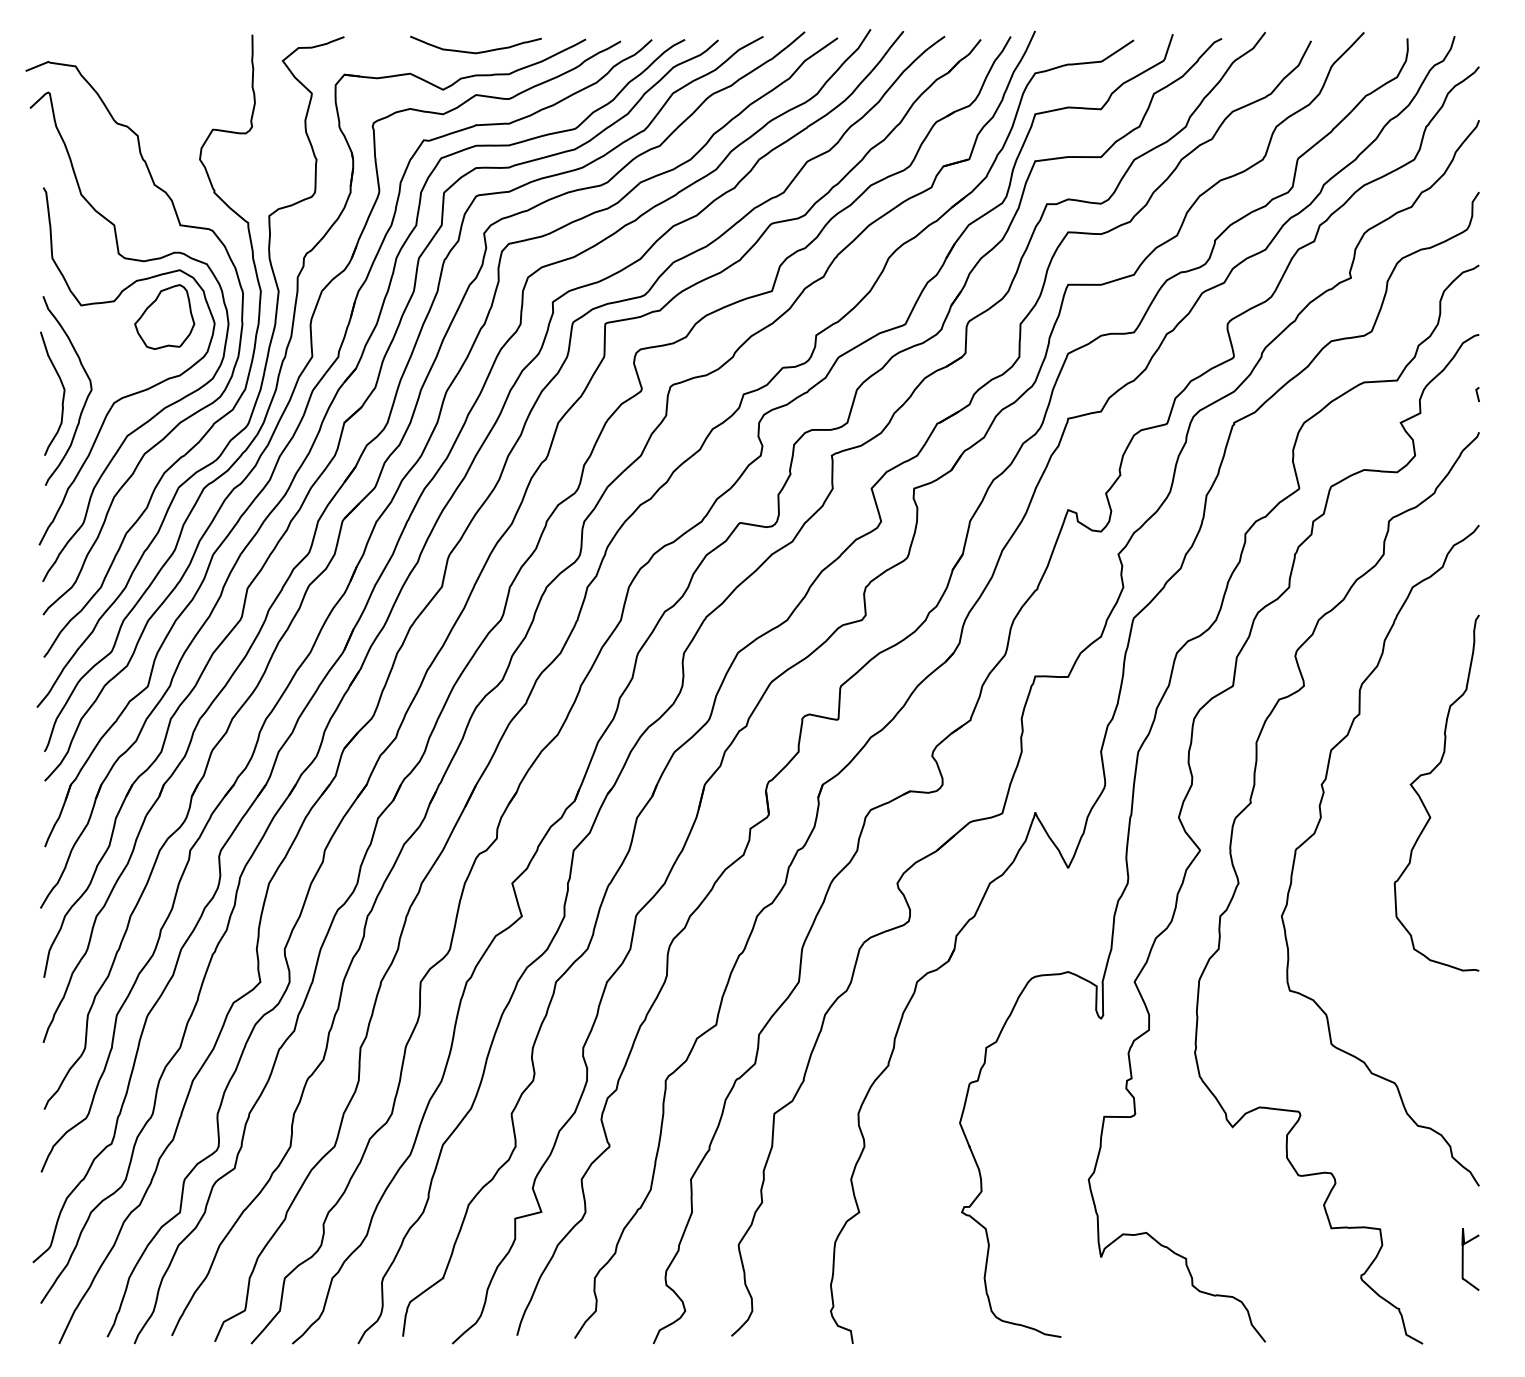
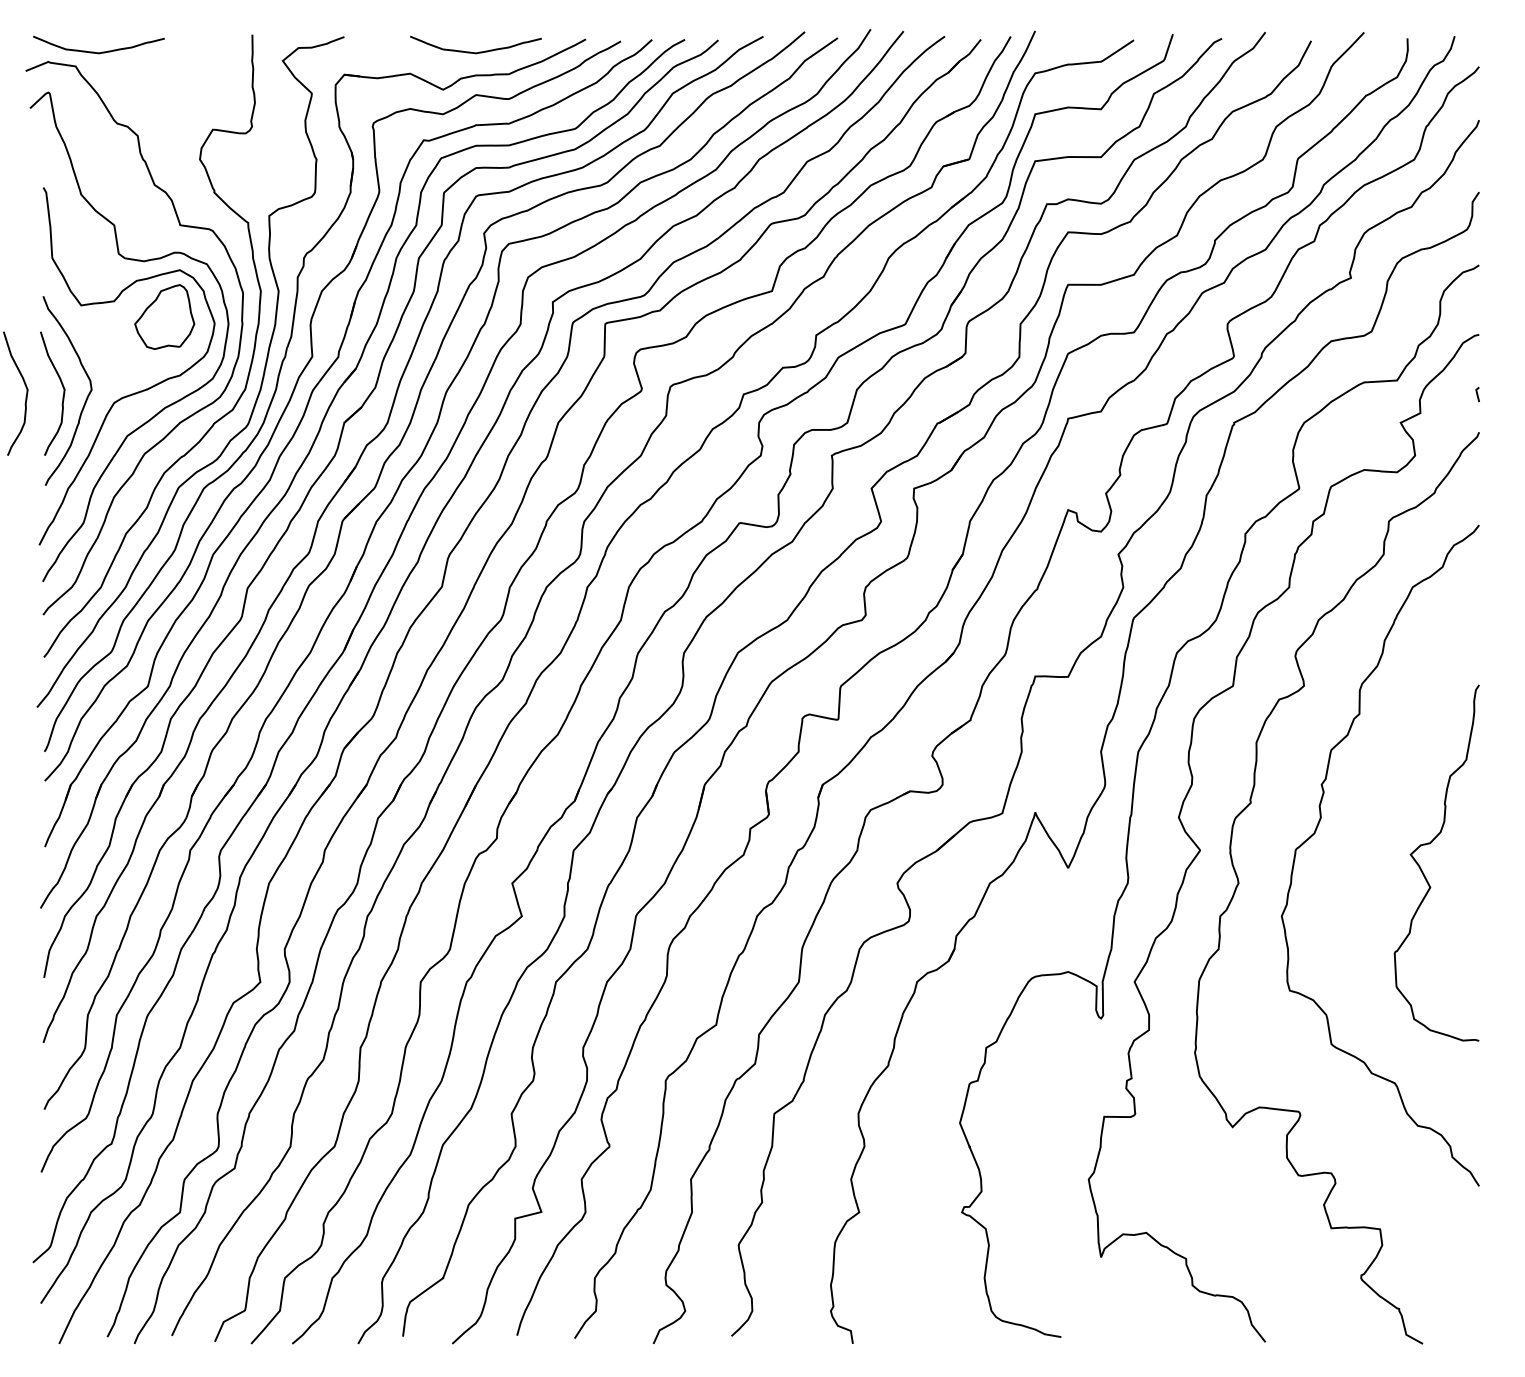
curve at (98, 52): none -> present
curve at (25, 396): none -> present
curve at (1422, 800) position: (1422, 800) -> (1422, 870)
curve at (1463, 1259): present -> none
